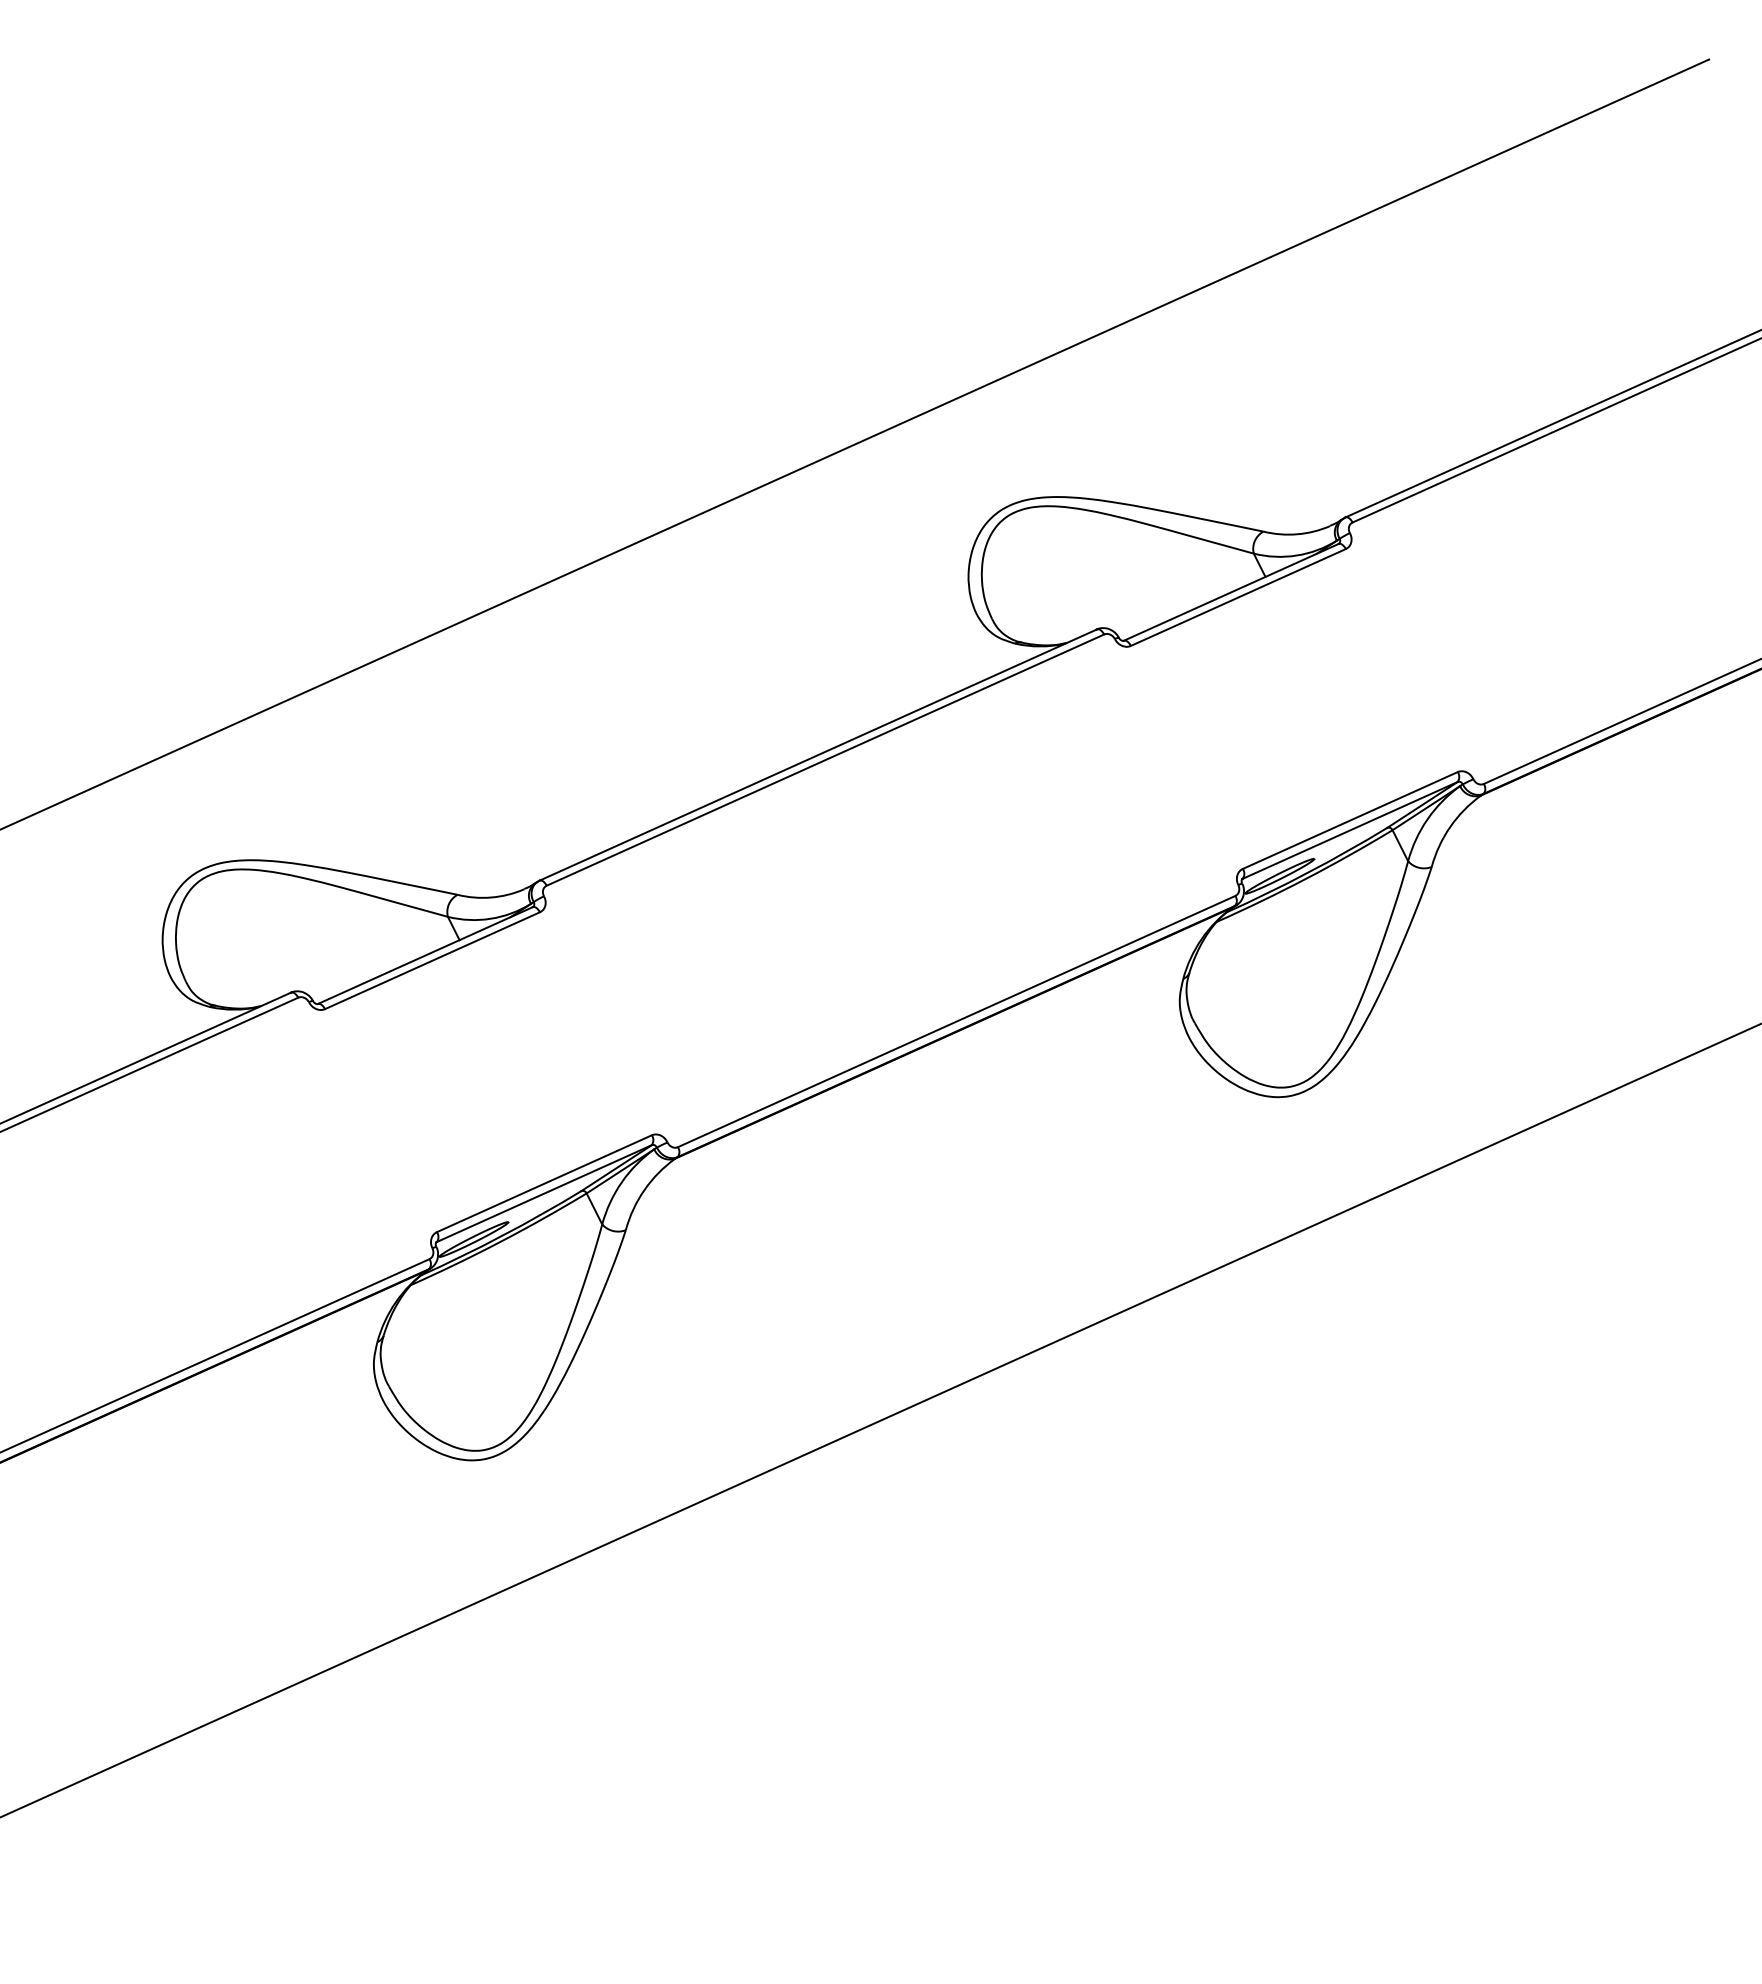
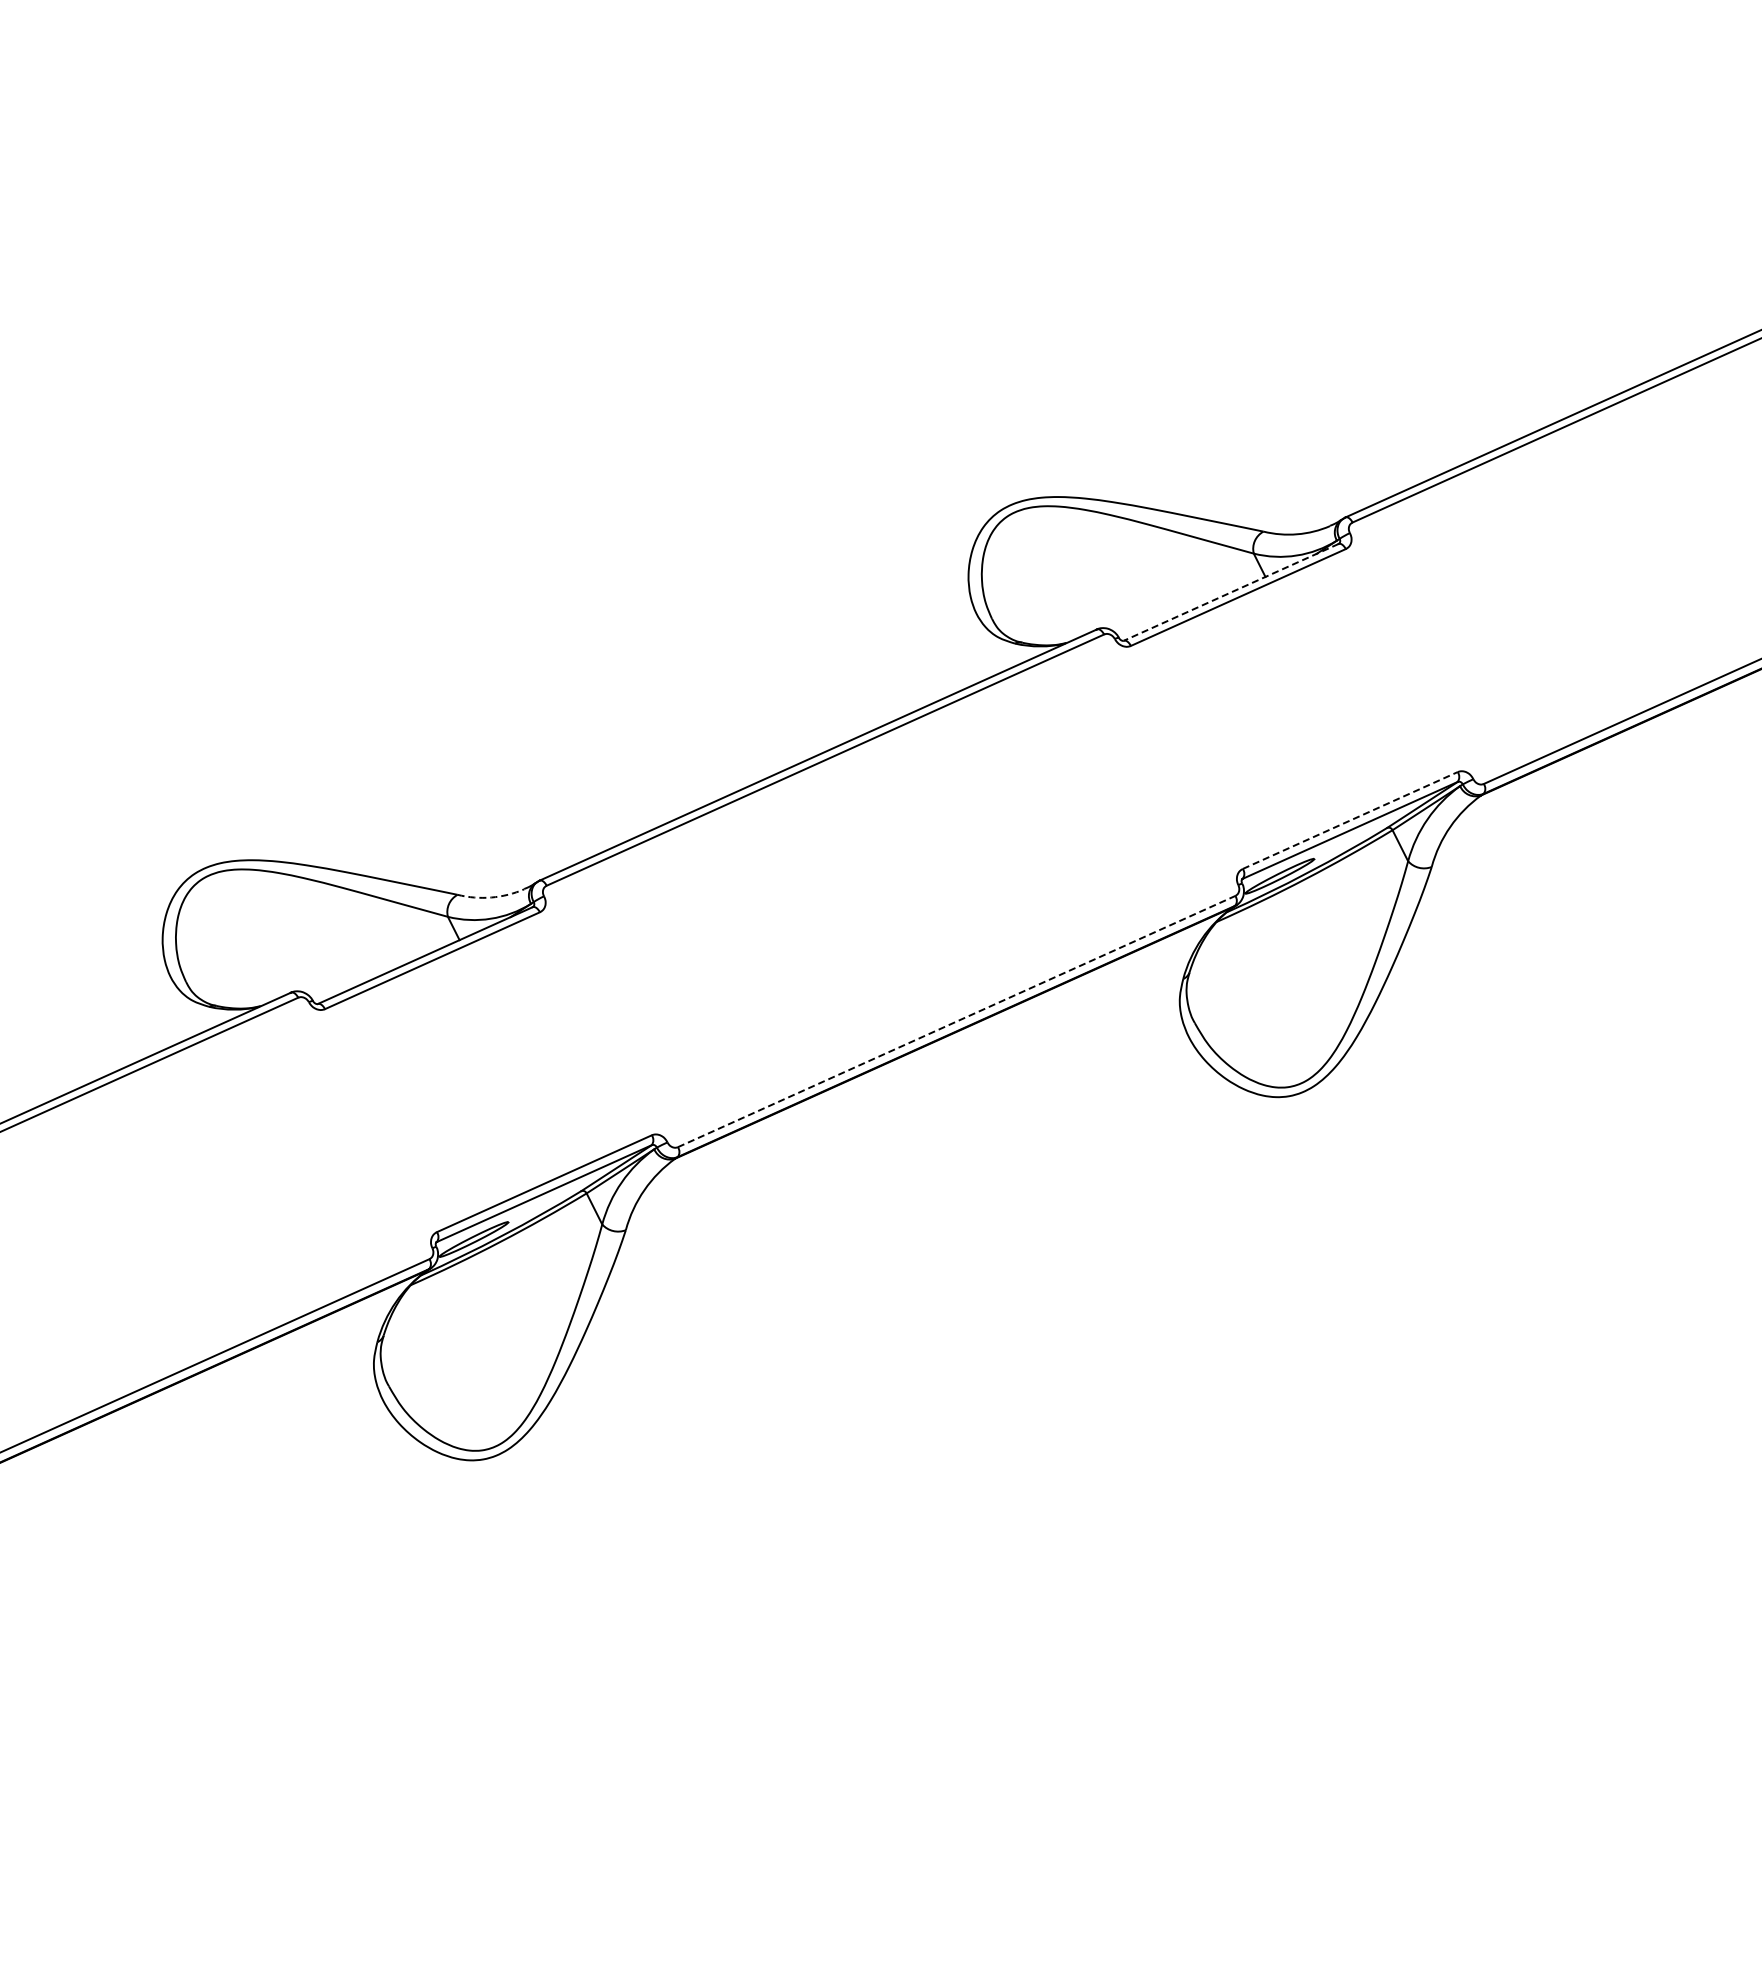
line at (855, 443): present -> none
line at (1231, 592): solid -> dashed
line at (1350, 820): solid -> dashed
arc at (491, 897): solid -> dashed
line at (956, 1021): solid -> dashed
line at (880, 1420): present -> none
